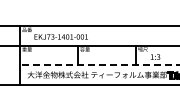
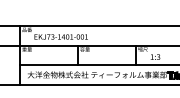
line at (99, 65): dashed -> solid
